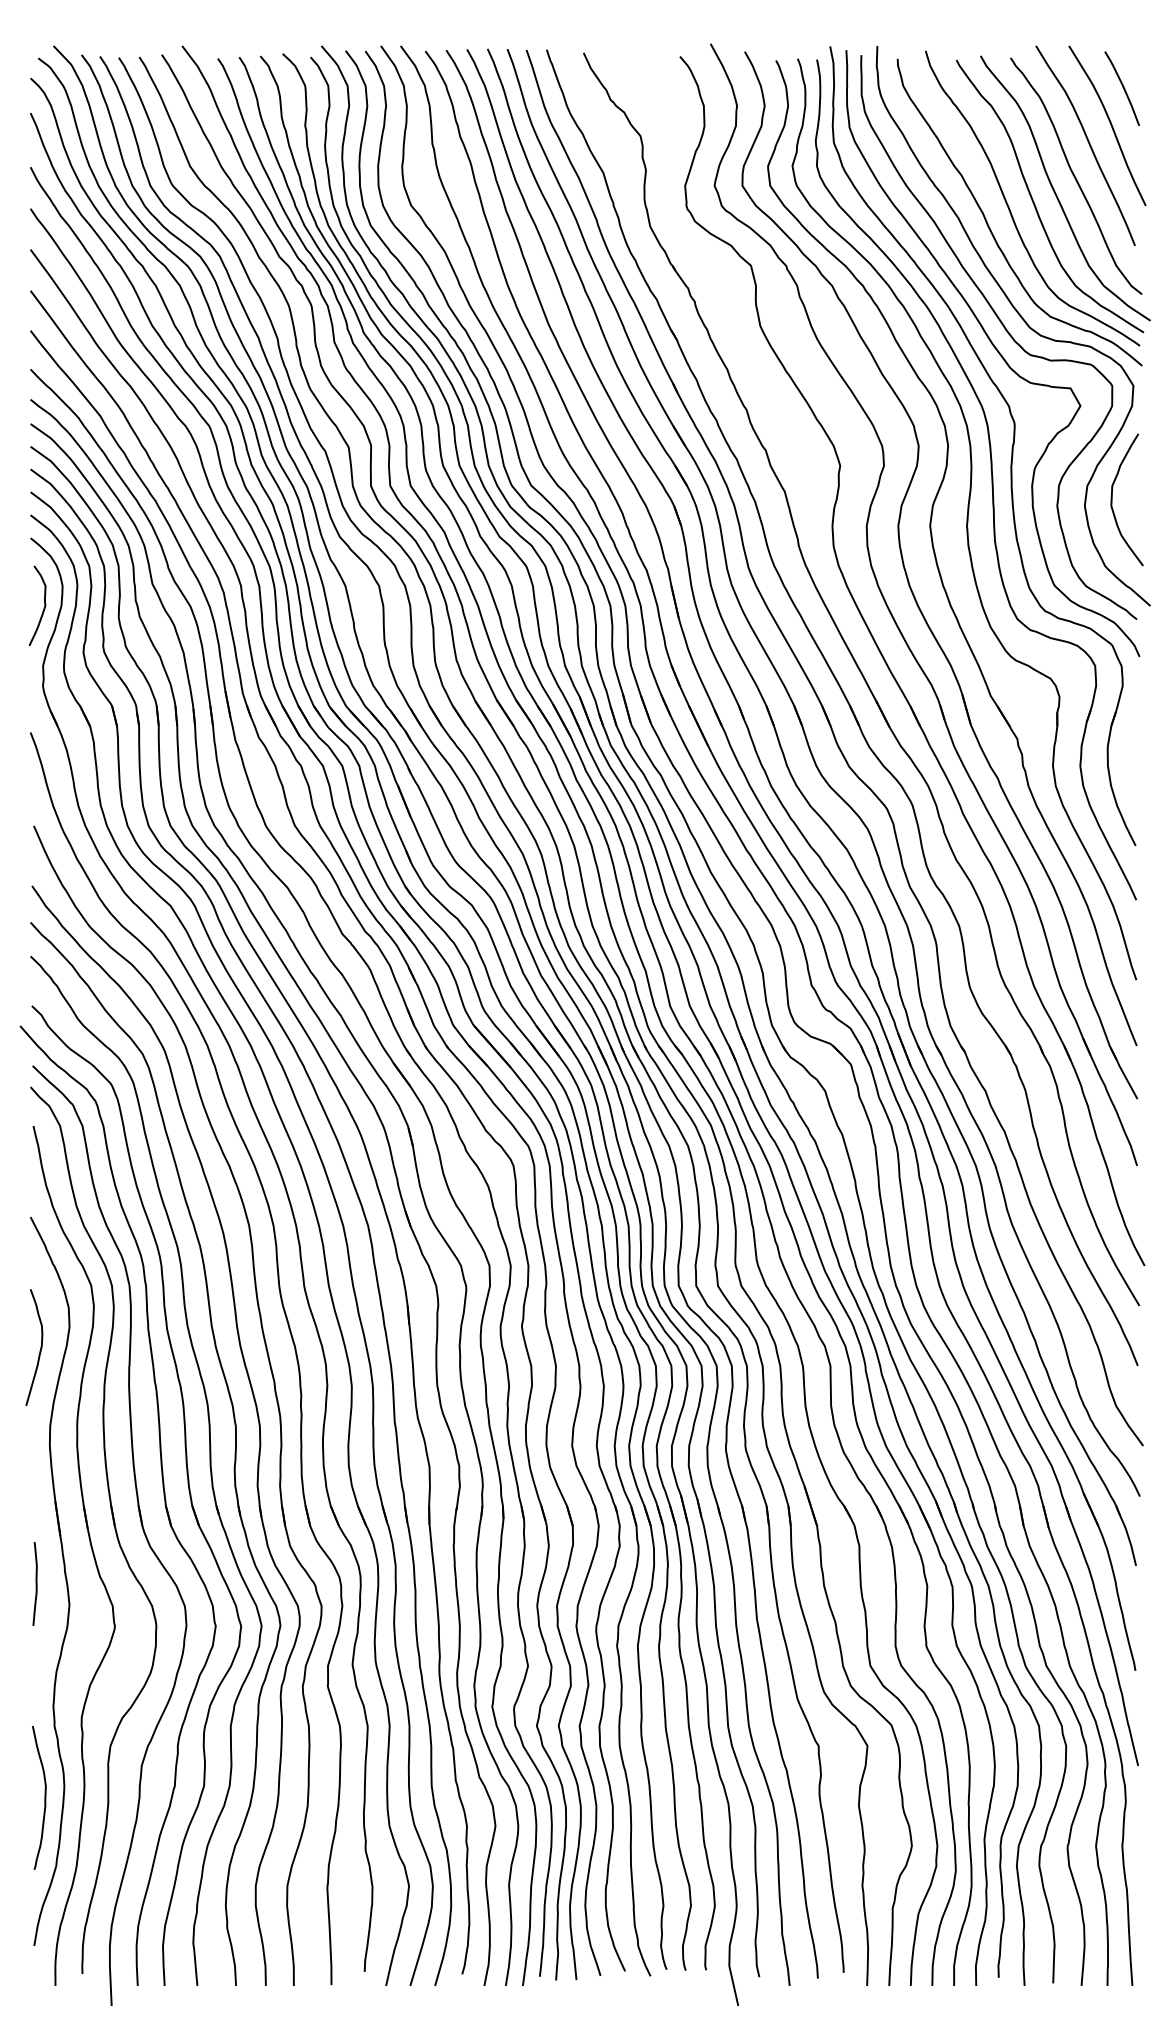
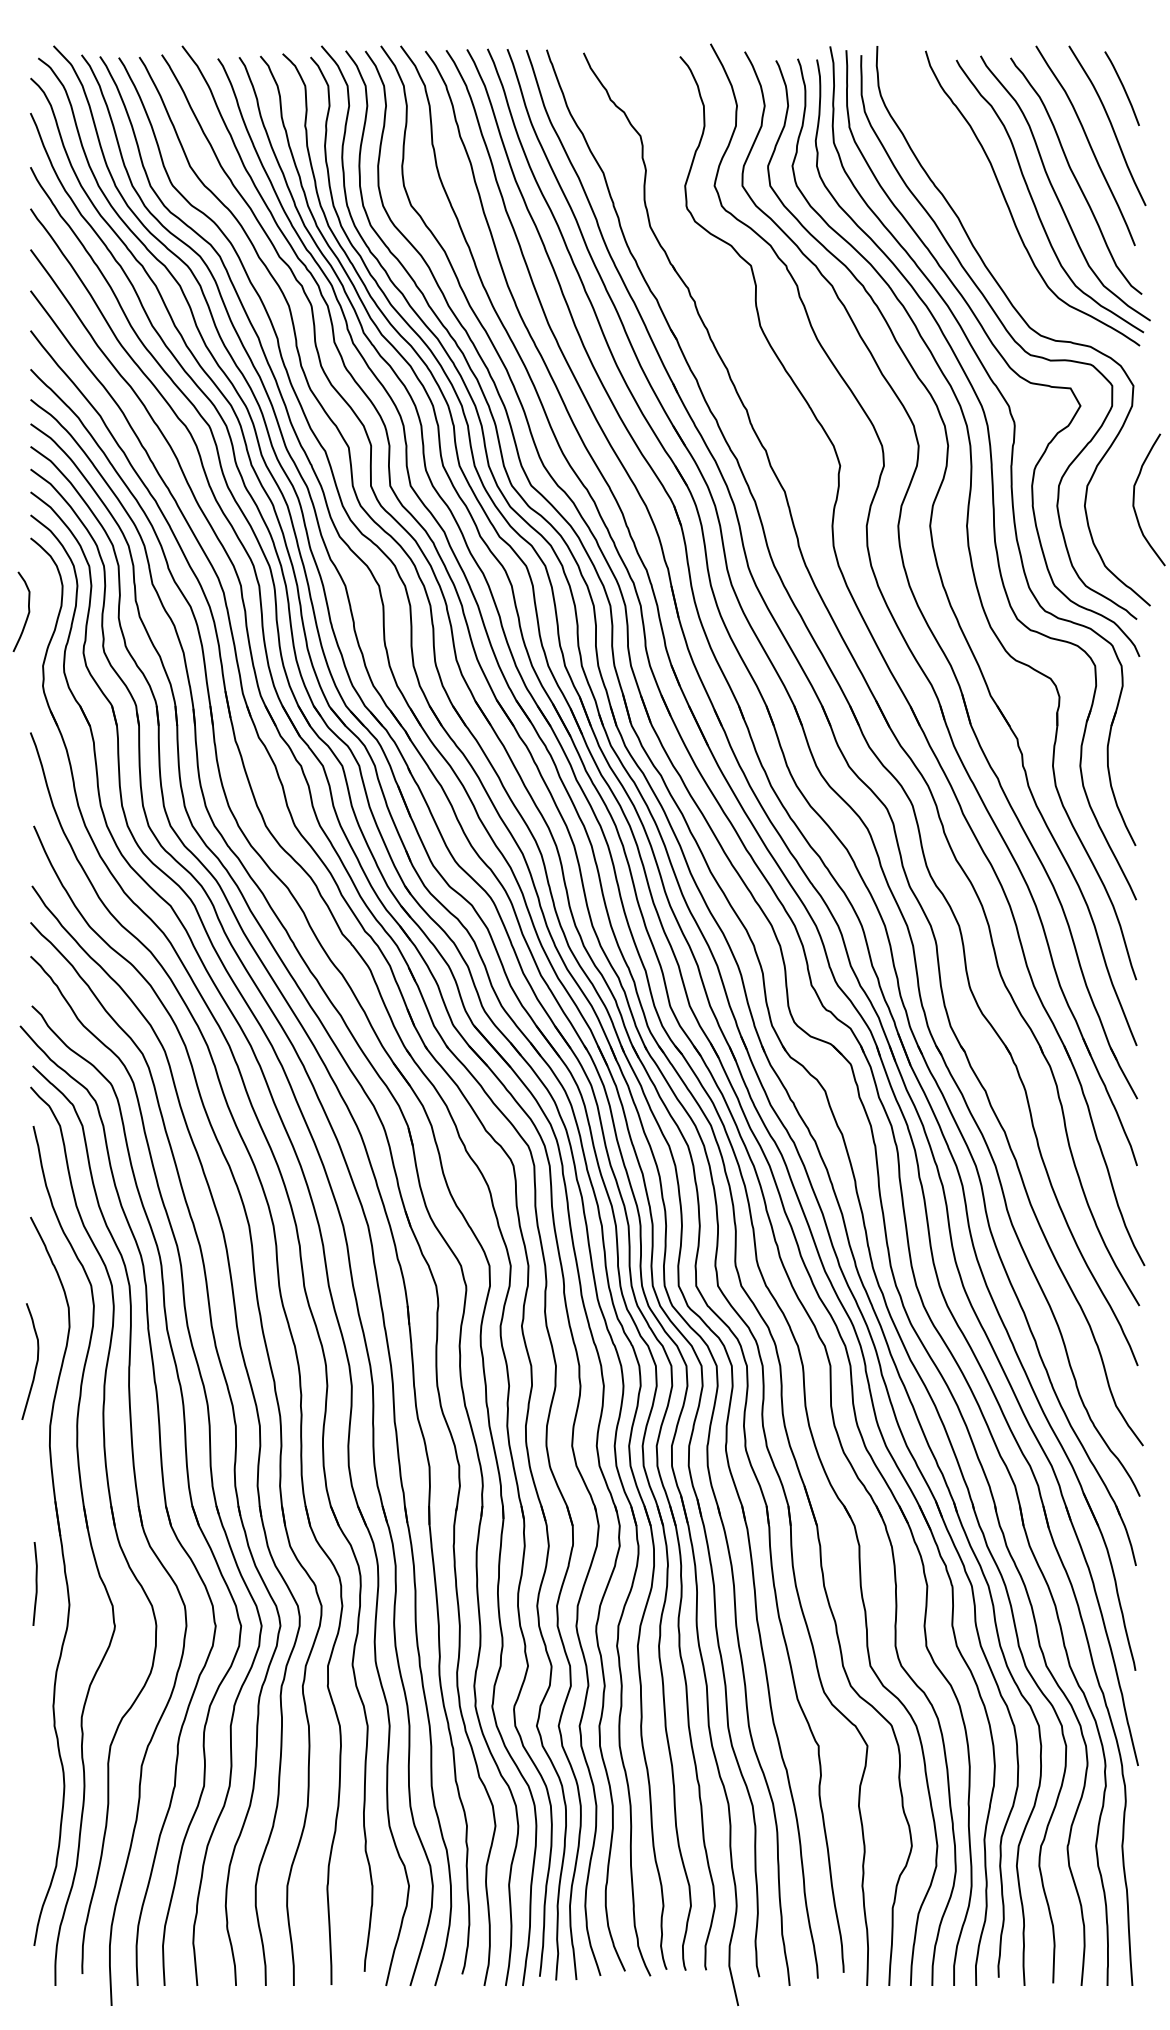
curve at (988, 223): present -> none
curve at (1112, 499) position: (1112, 499) -> (1134, 499)
curve at (43, 607) position: (43, 607) -> (27, 613)
curve at (39, 1350) position: (39, 1350) -> (35, 1364)
curve at (44, 1797): present -> none
